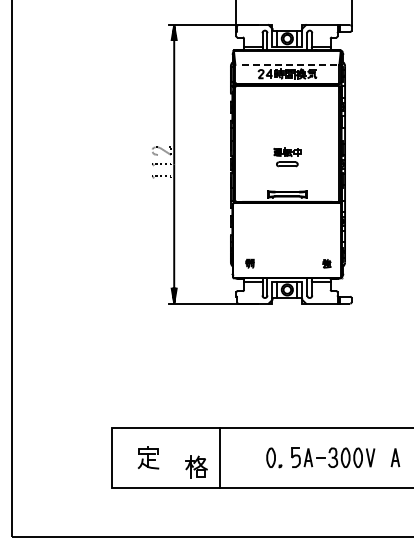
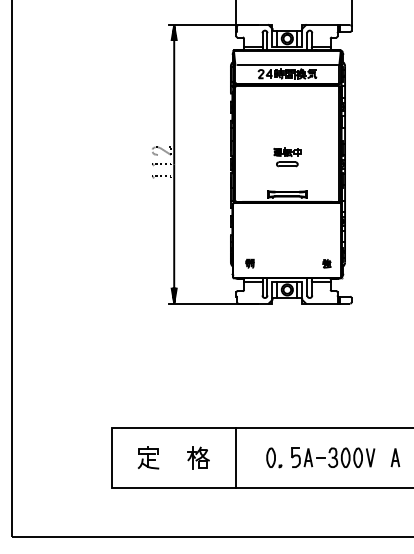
line at (286, 65): dashed -> solid
line at (220, 457) position: (220, 457) -> (236, 457)
part at (196, 466) position: (196, 466) -> (198, 457)
